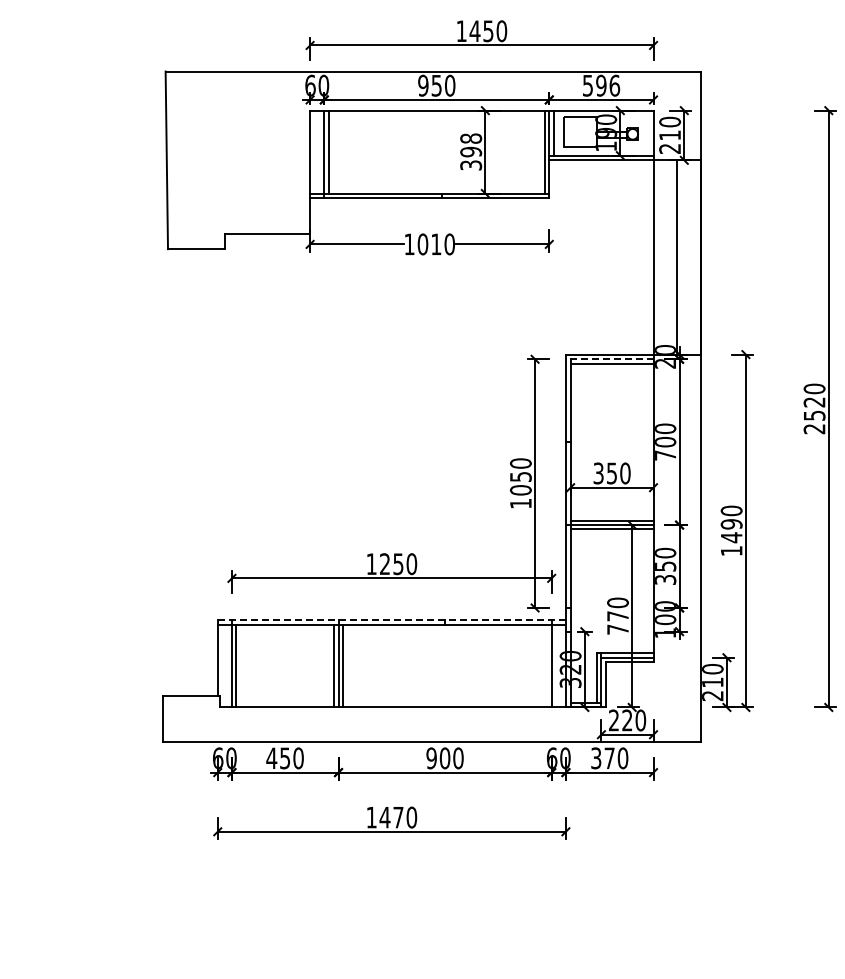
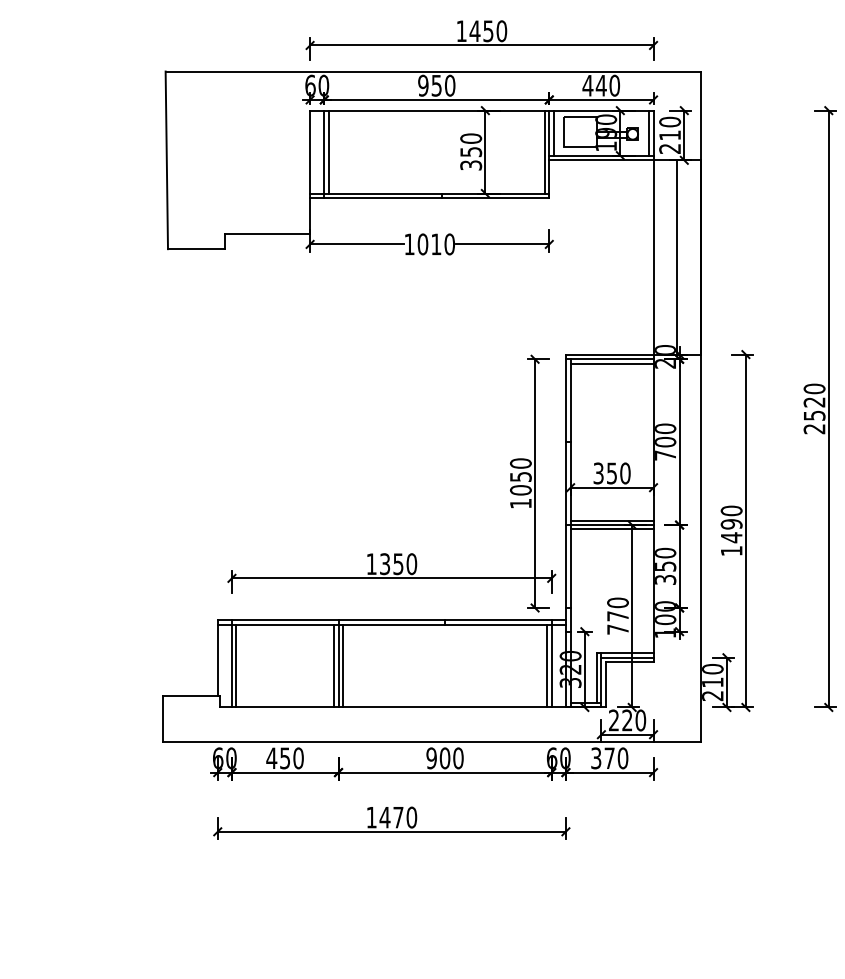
text at (601, 85): 596 -> 440
line at (649, 132): none -> present
text at (470, 145): 398 -> 350
line at (609, 359): dashed -> solid
text at (385, 564): 1250 -> 1350
line at (392, 619): dashed -> solid
line at (547, 665): none -> present
